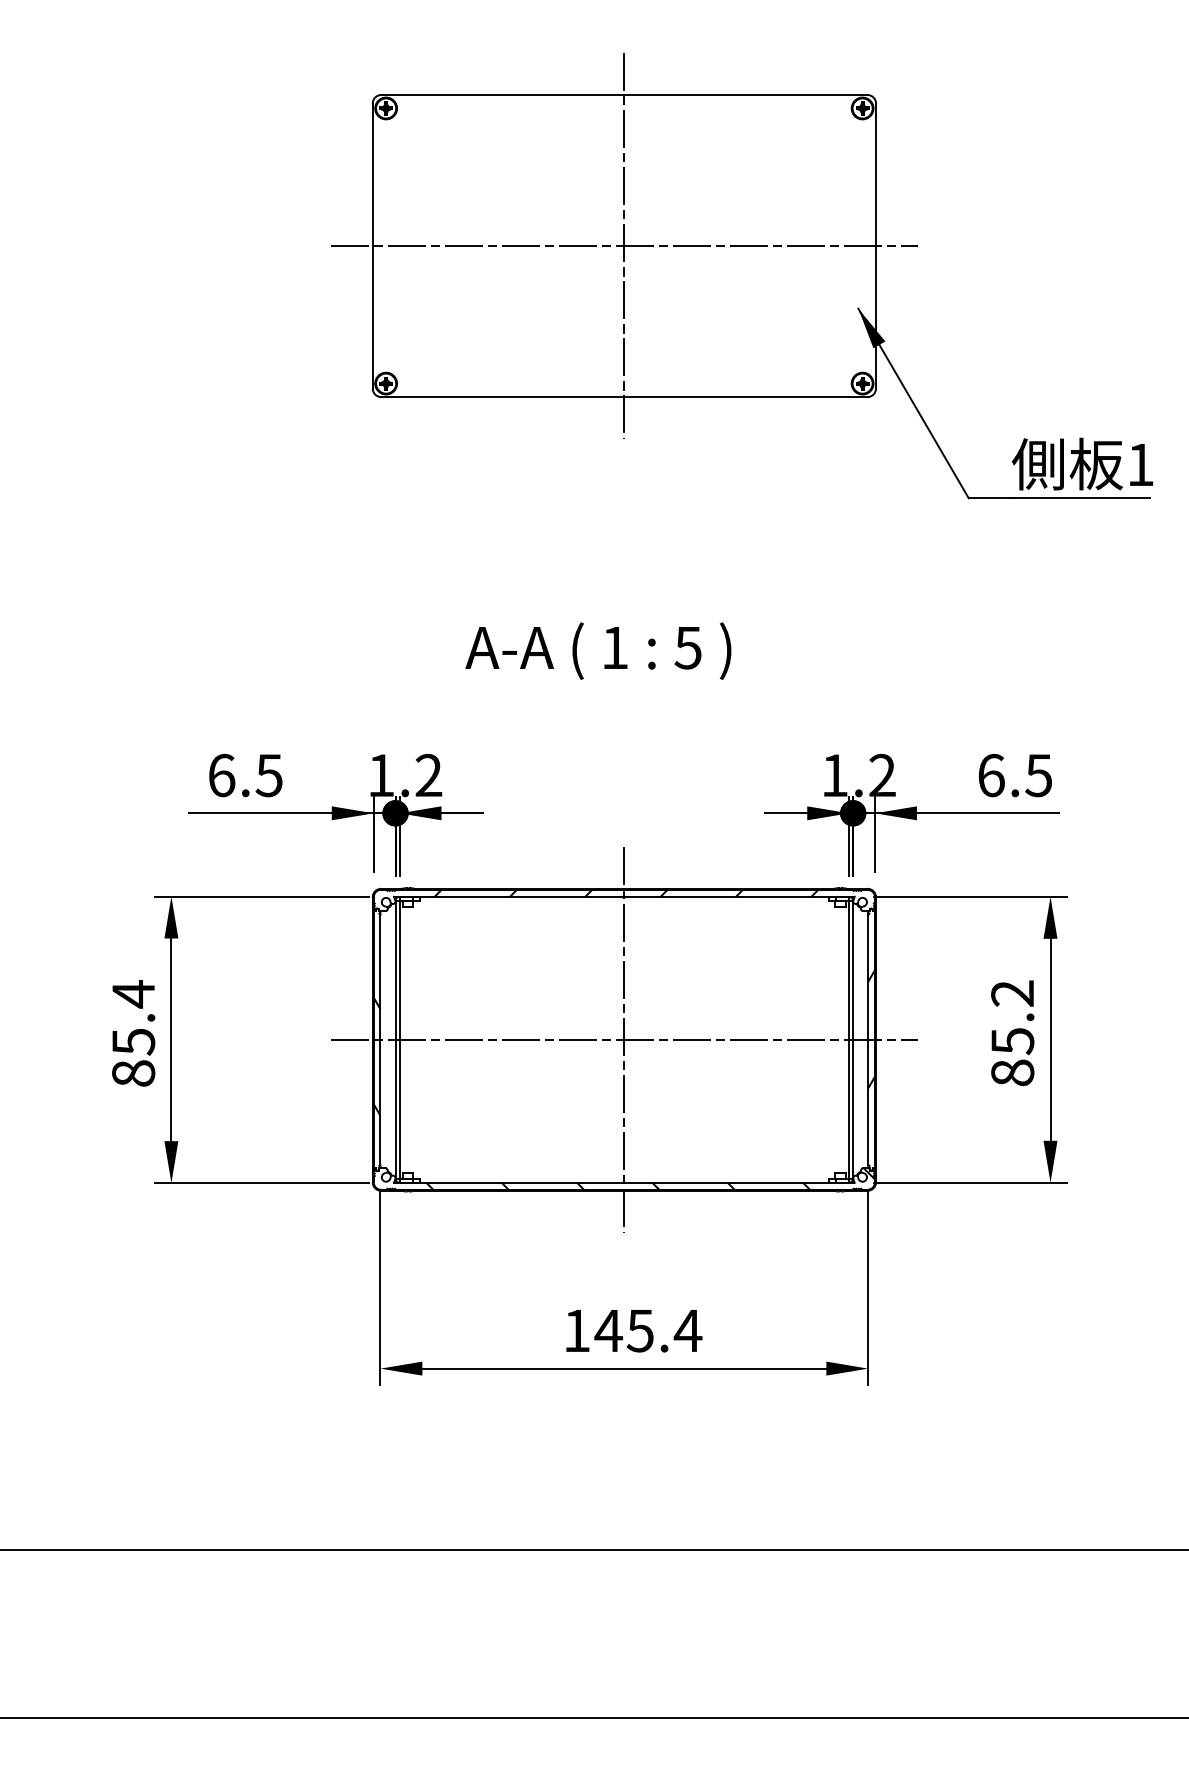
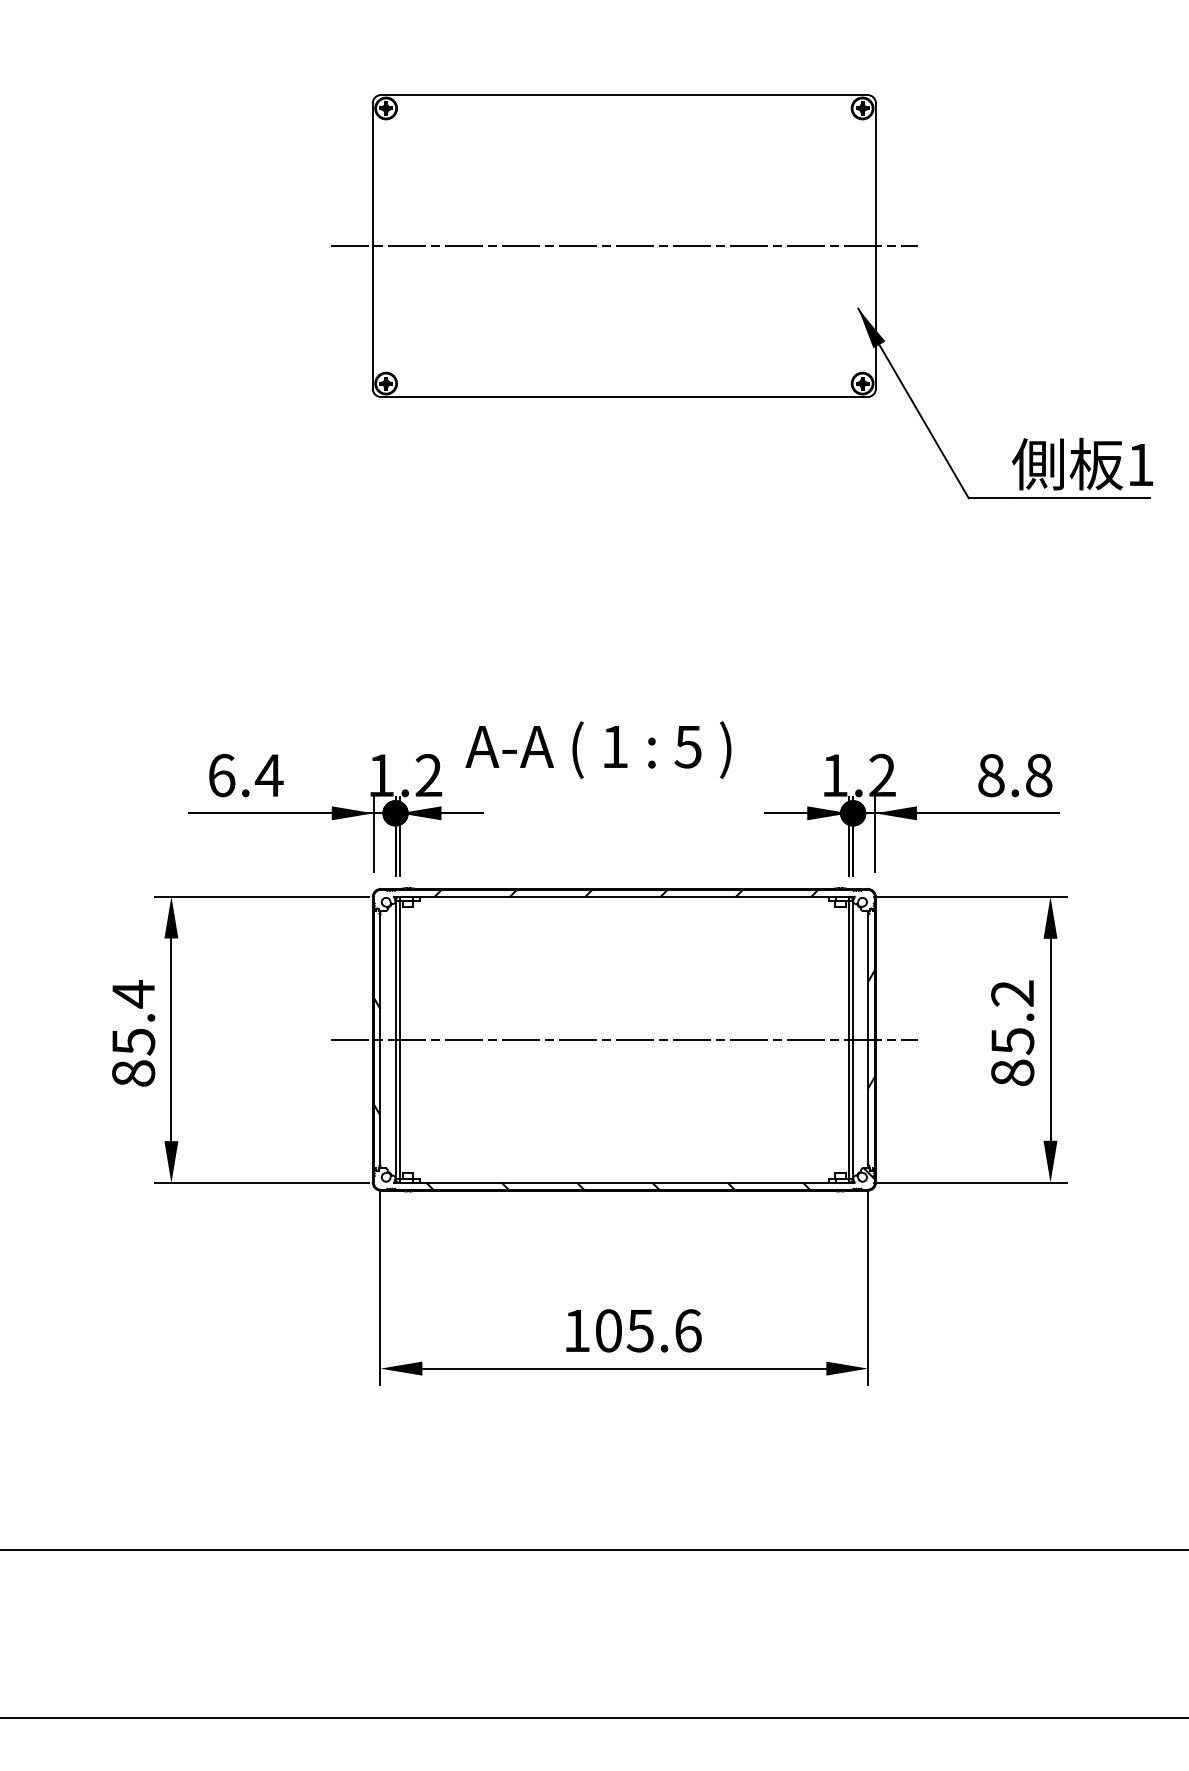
line at (624, 245): present -> none
text at (598, 650) position: (598, 650) -> (598, 749)
text at (269, 775): 6.5 -> 6.4
text at (1015, 775): 6.5 -> 8.8
line at (624, 1039): present -> none
text at (648, 1330): 145.4 -> 105.6
